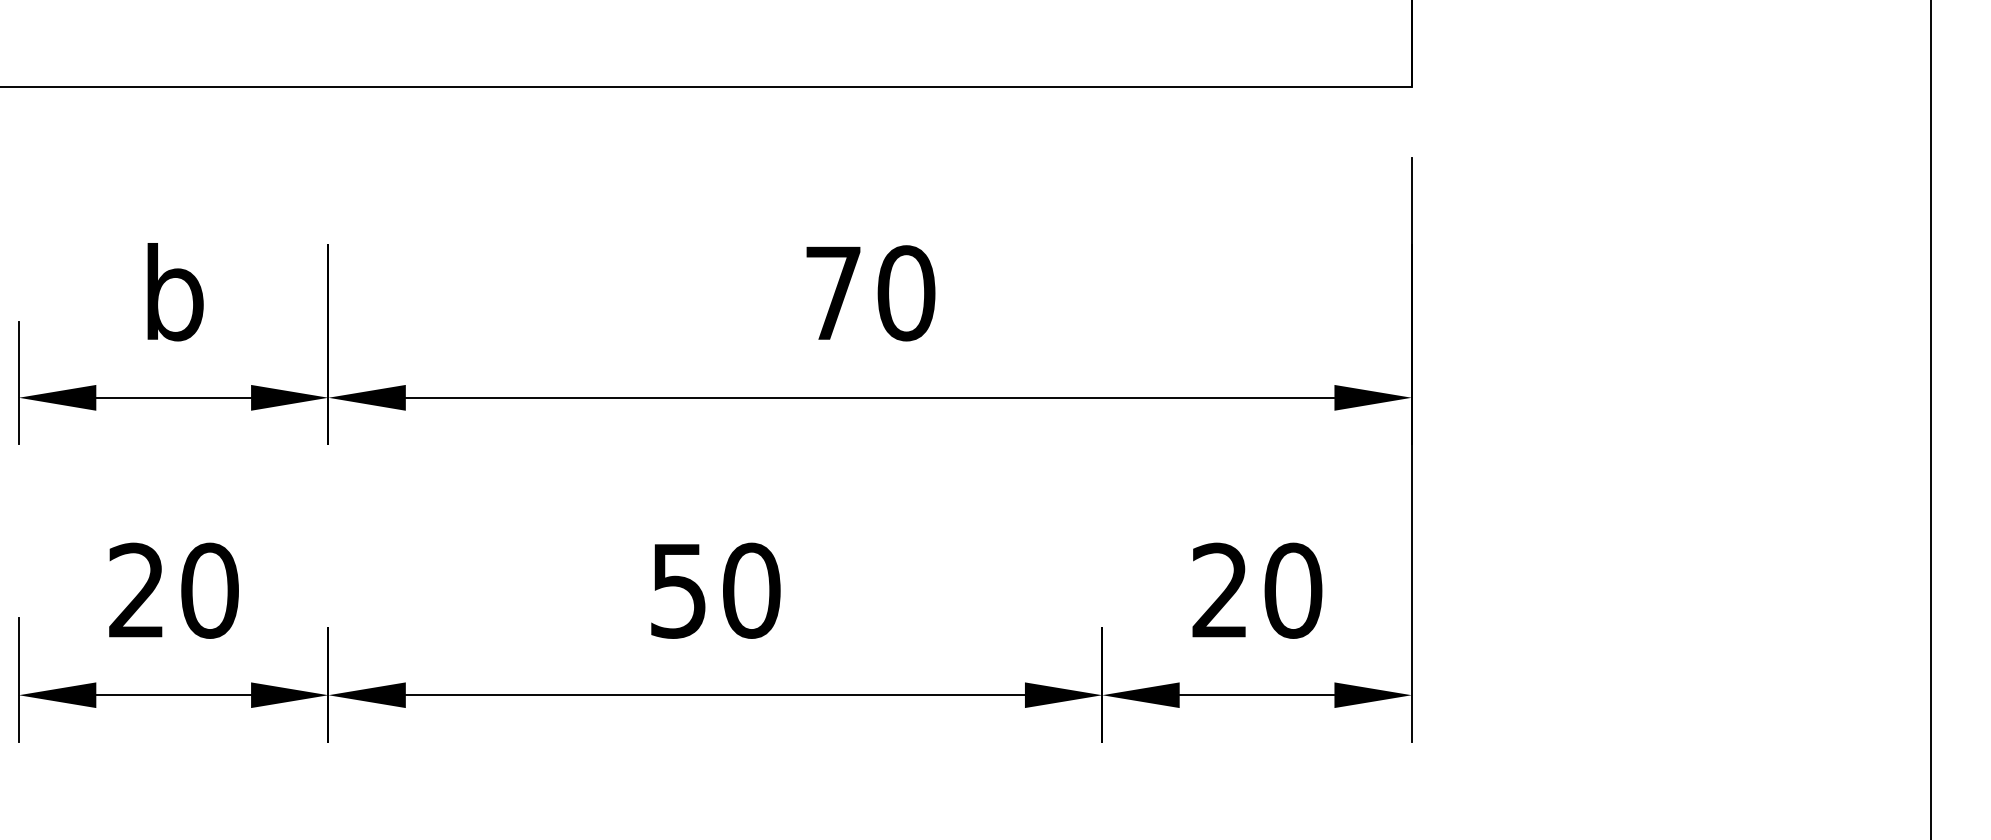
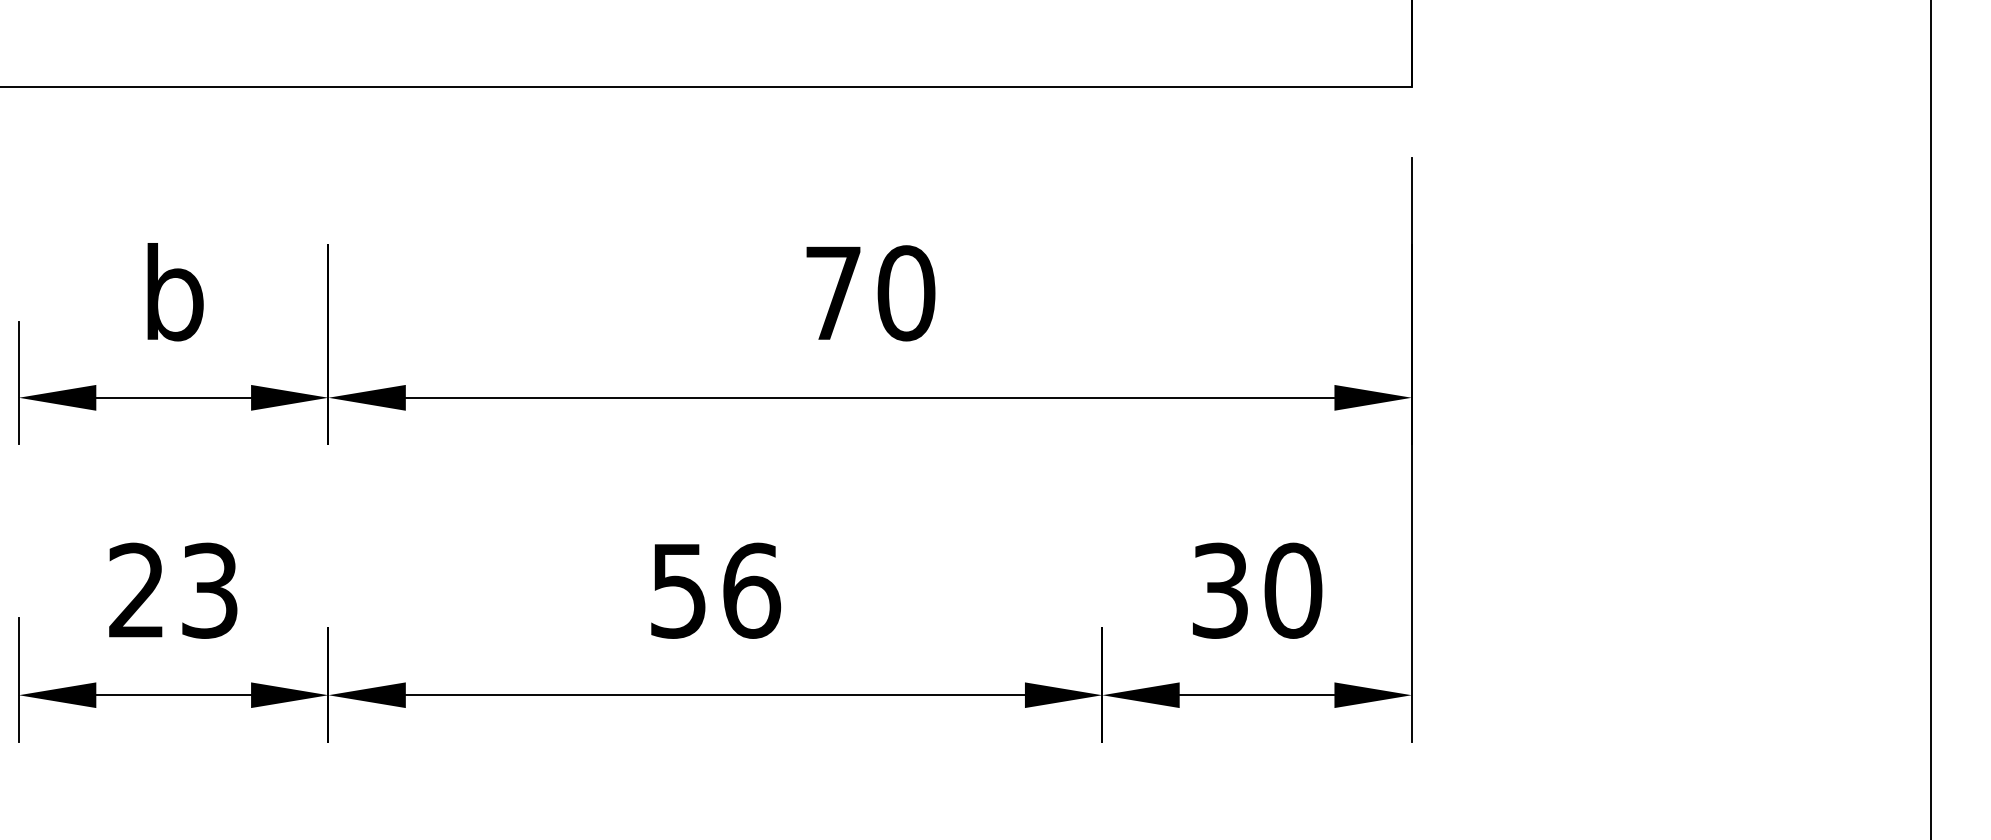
text at (209, 590): 20 -> 23
text at (752, 590): 50 -> 56
text at (1219, 590): 20 -> 30
